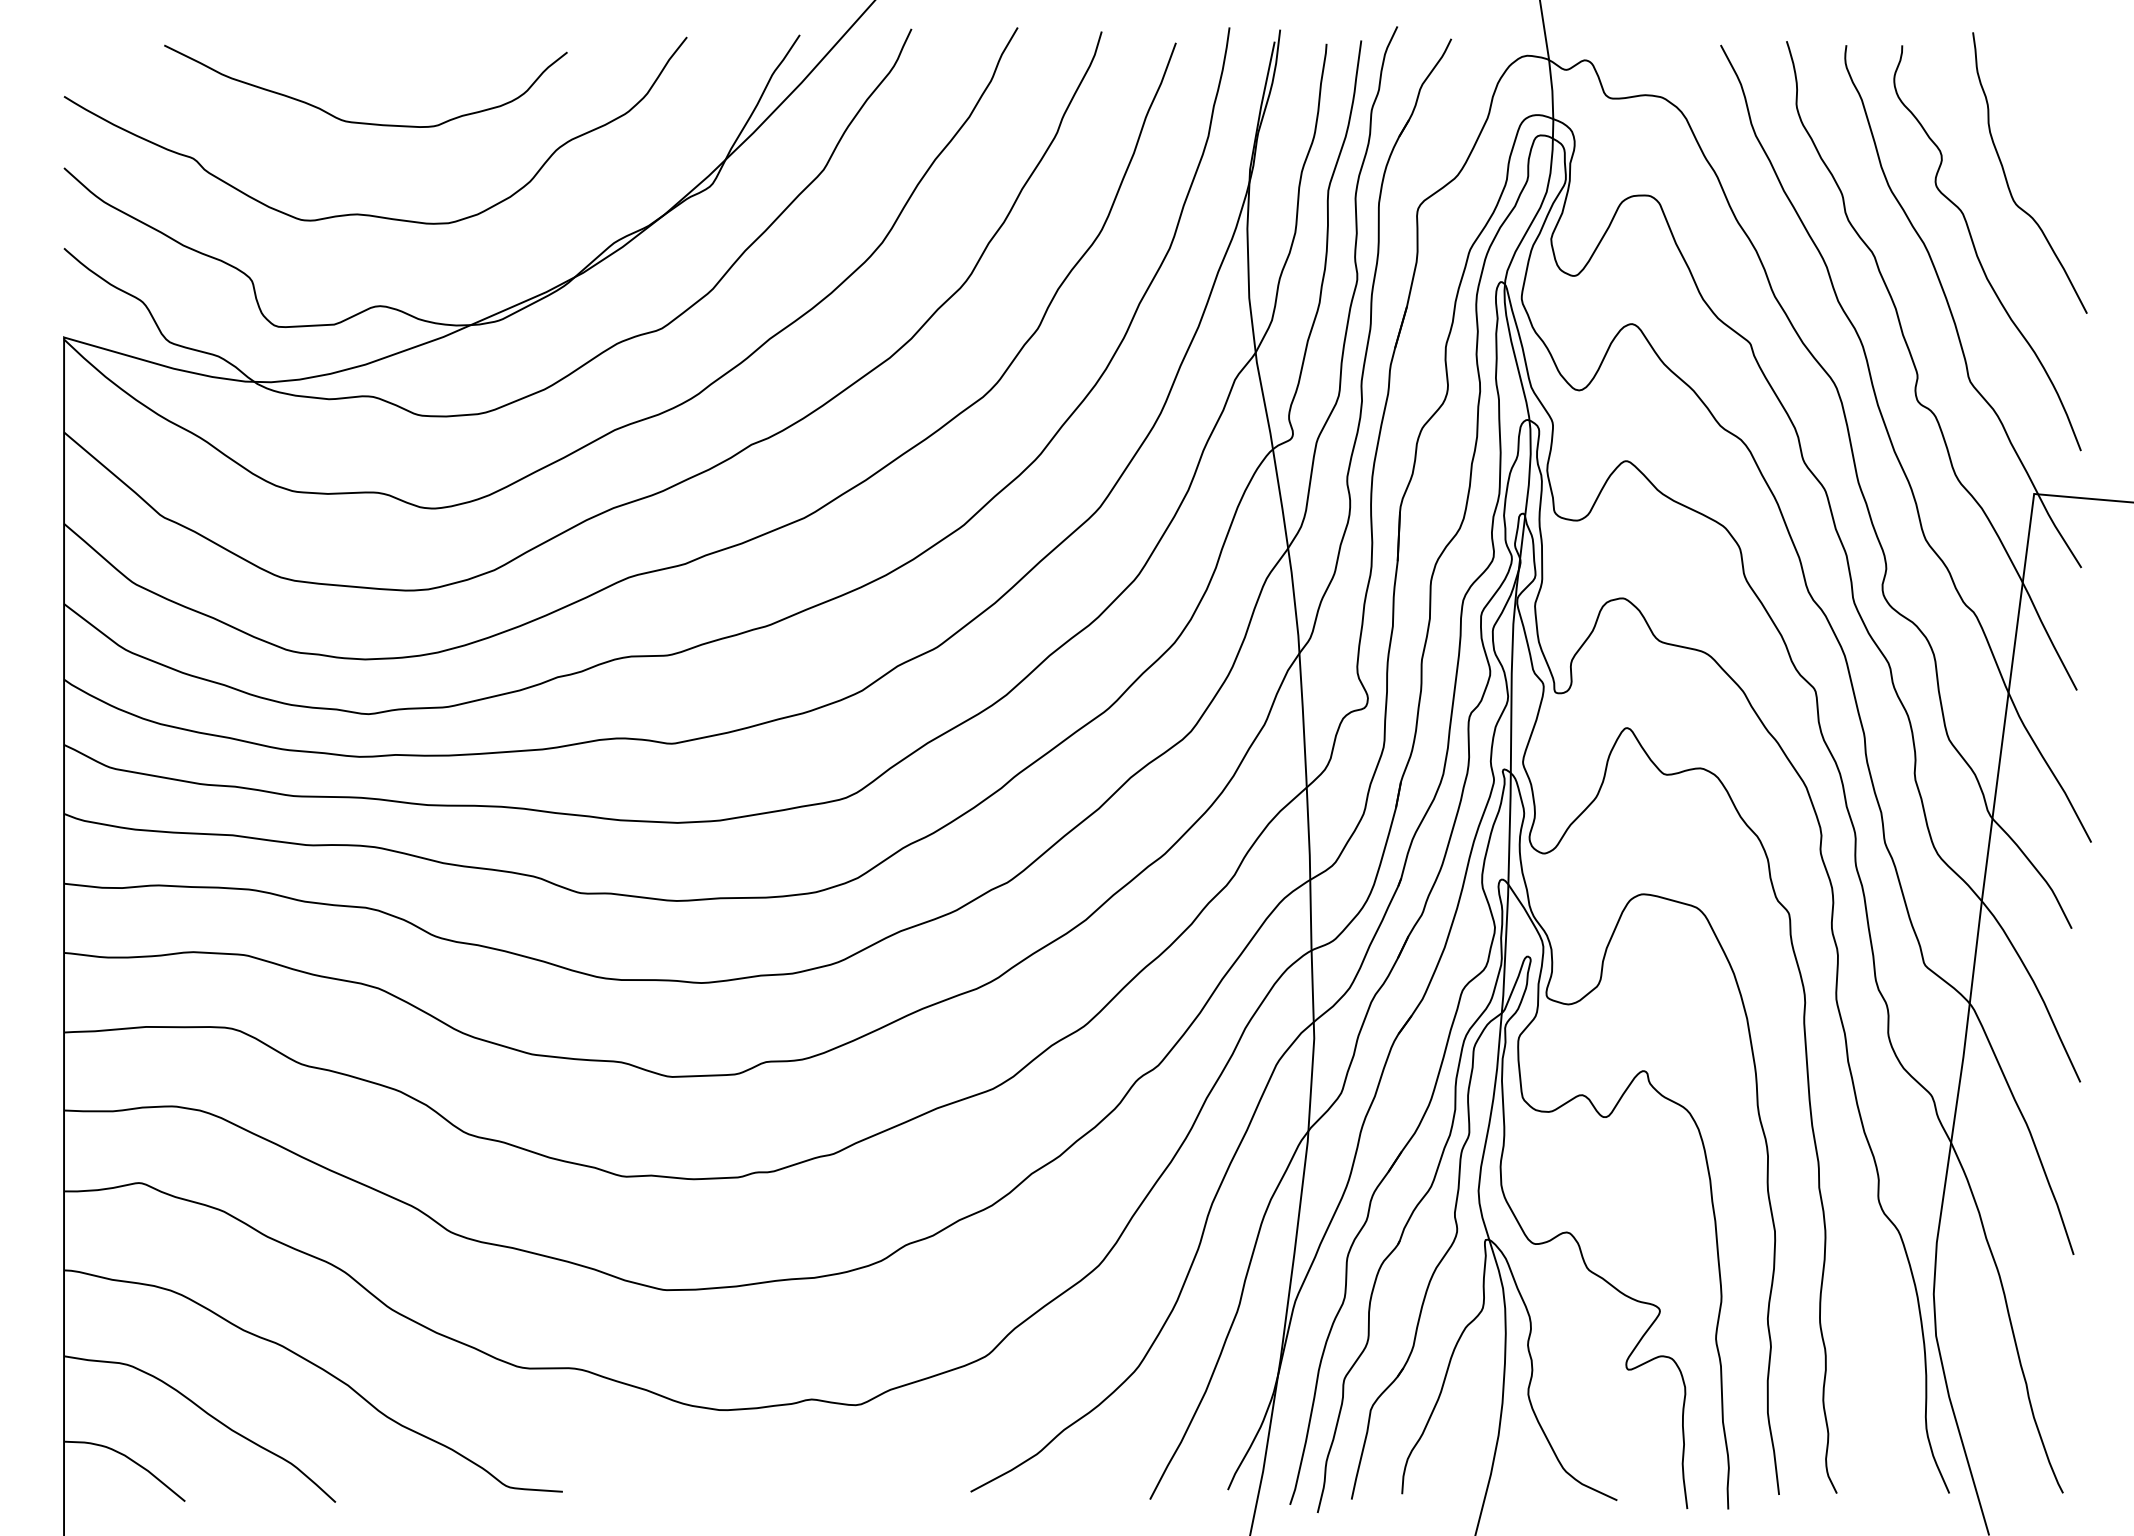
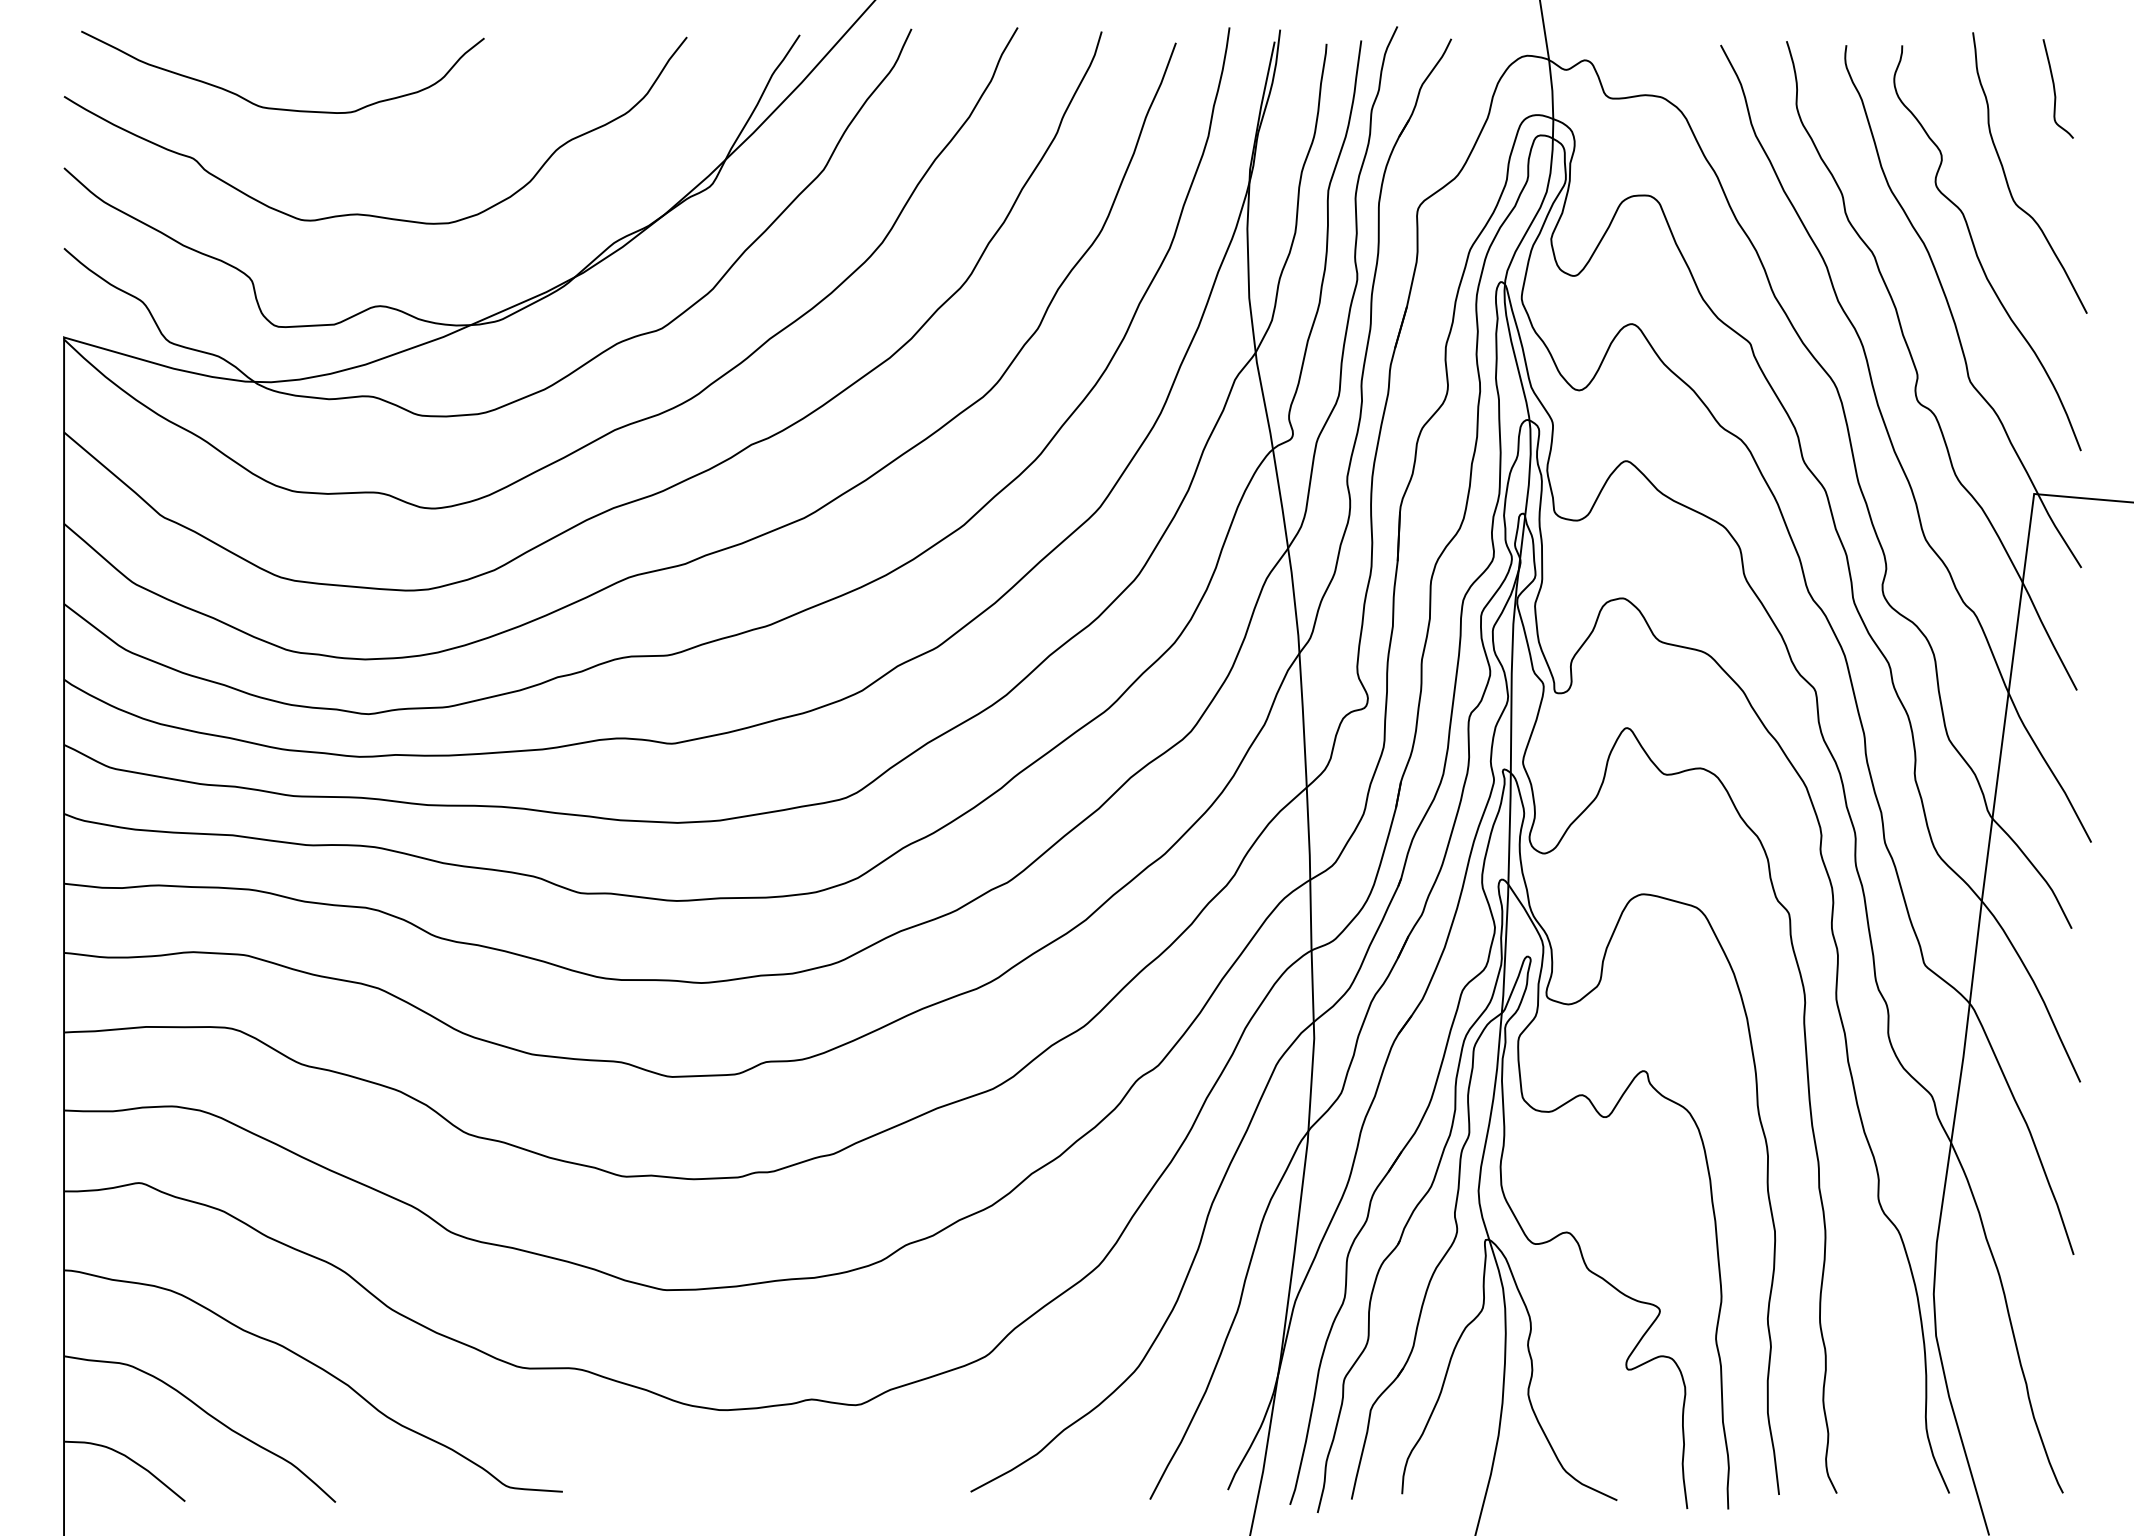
curve at (2055, 88): none -> present
curve at (365, 122) position: (365, 122) -> (282, 108)
